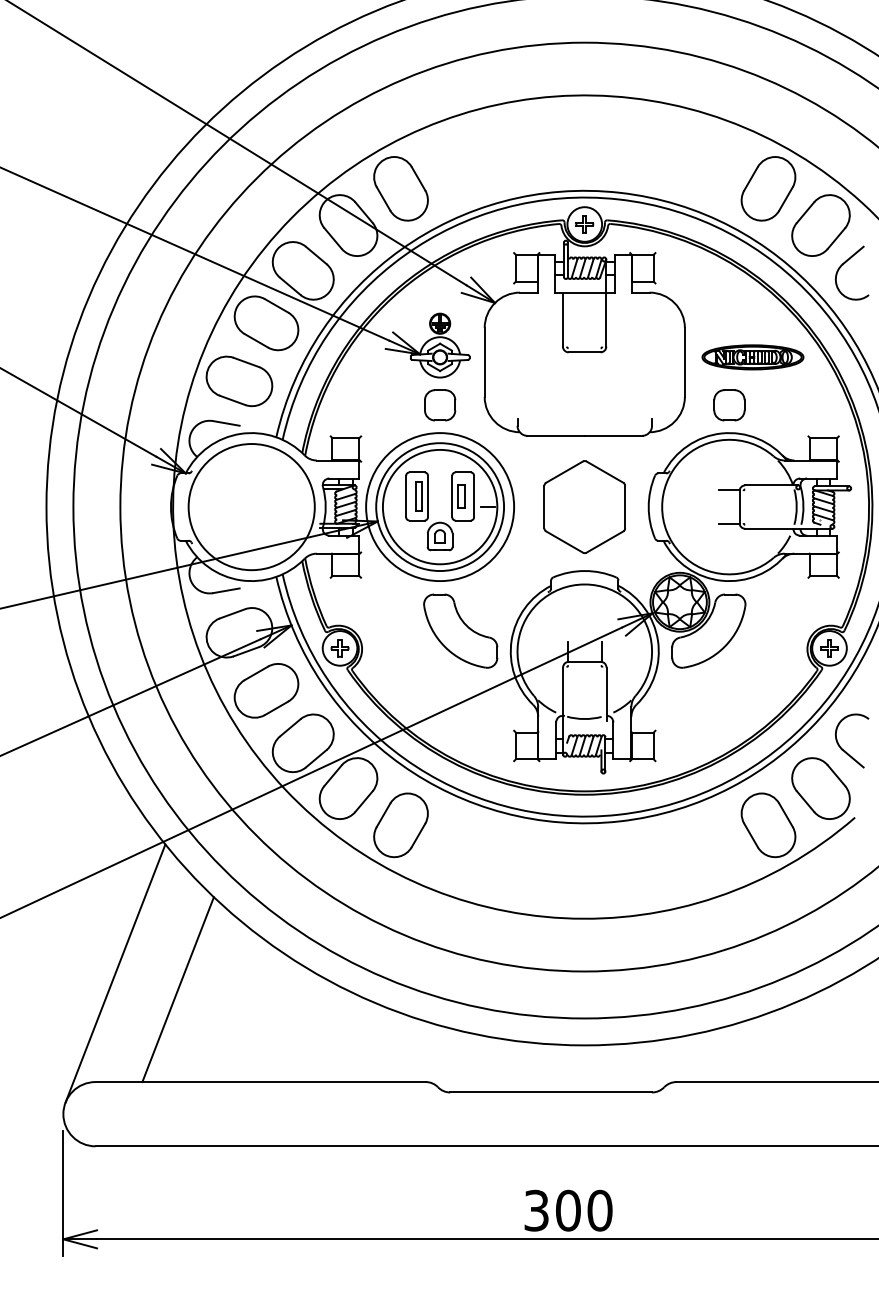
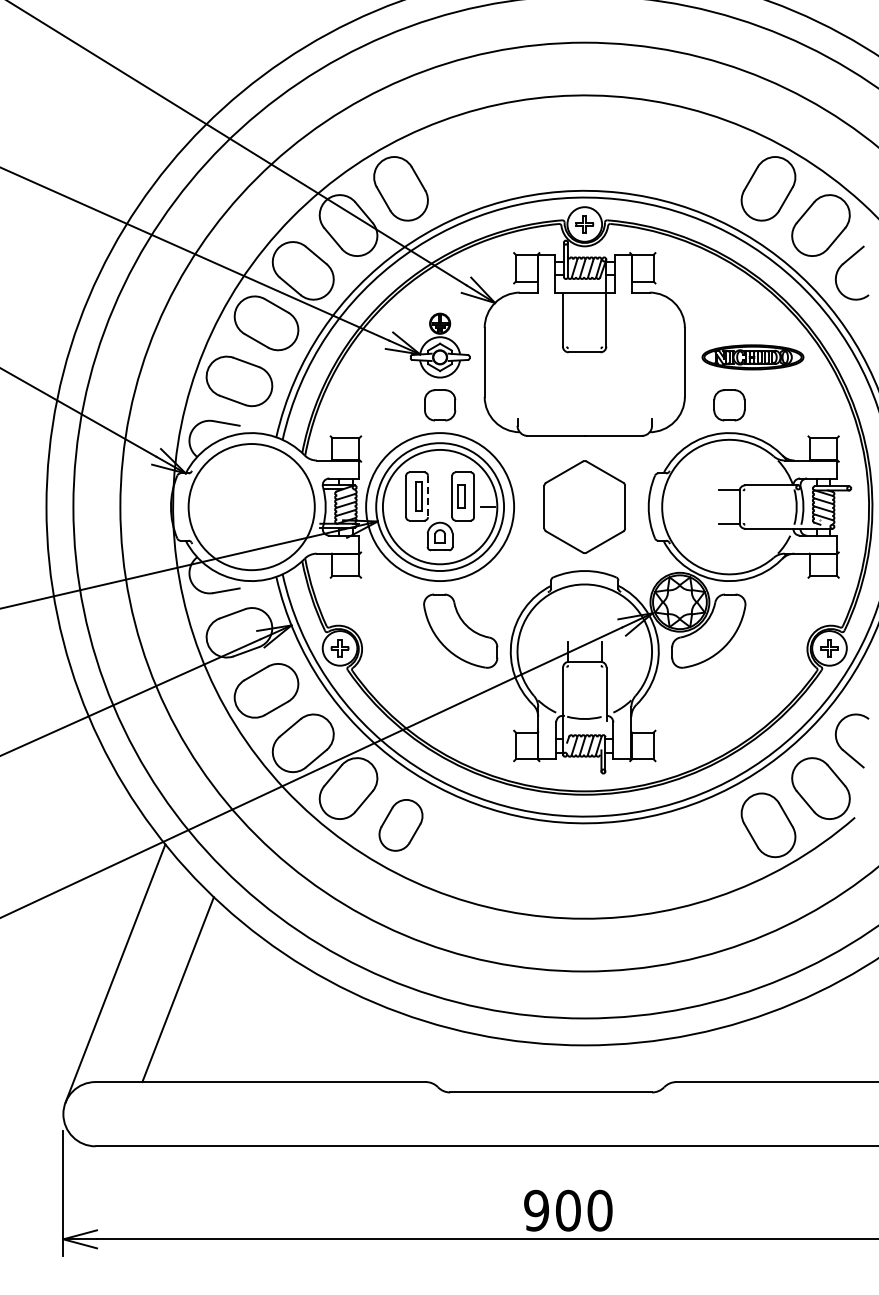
line at (428, 496): solid -> dashed
part at (400, 825) size: 56x67 px -> 46x53 px
text at (536, 1210): 300 -> 900
